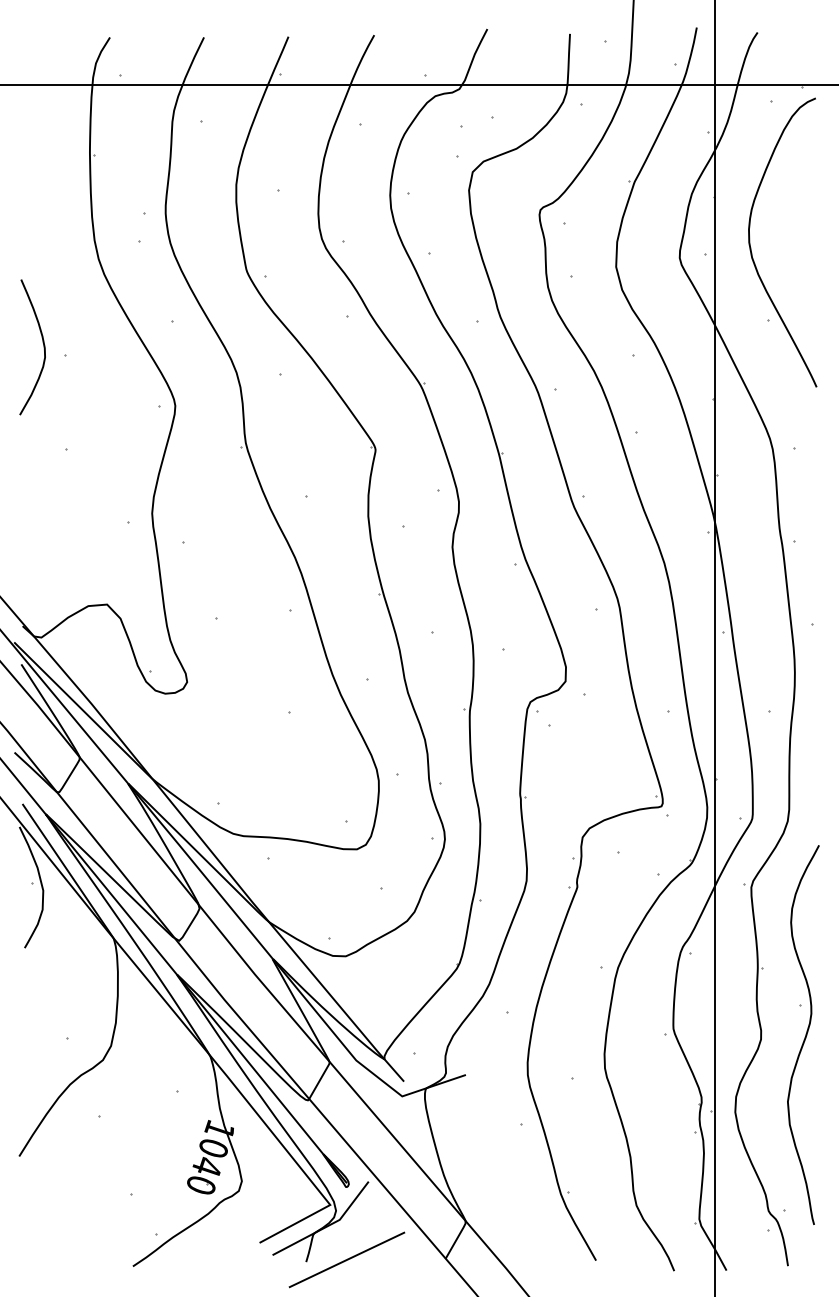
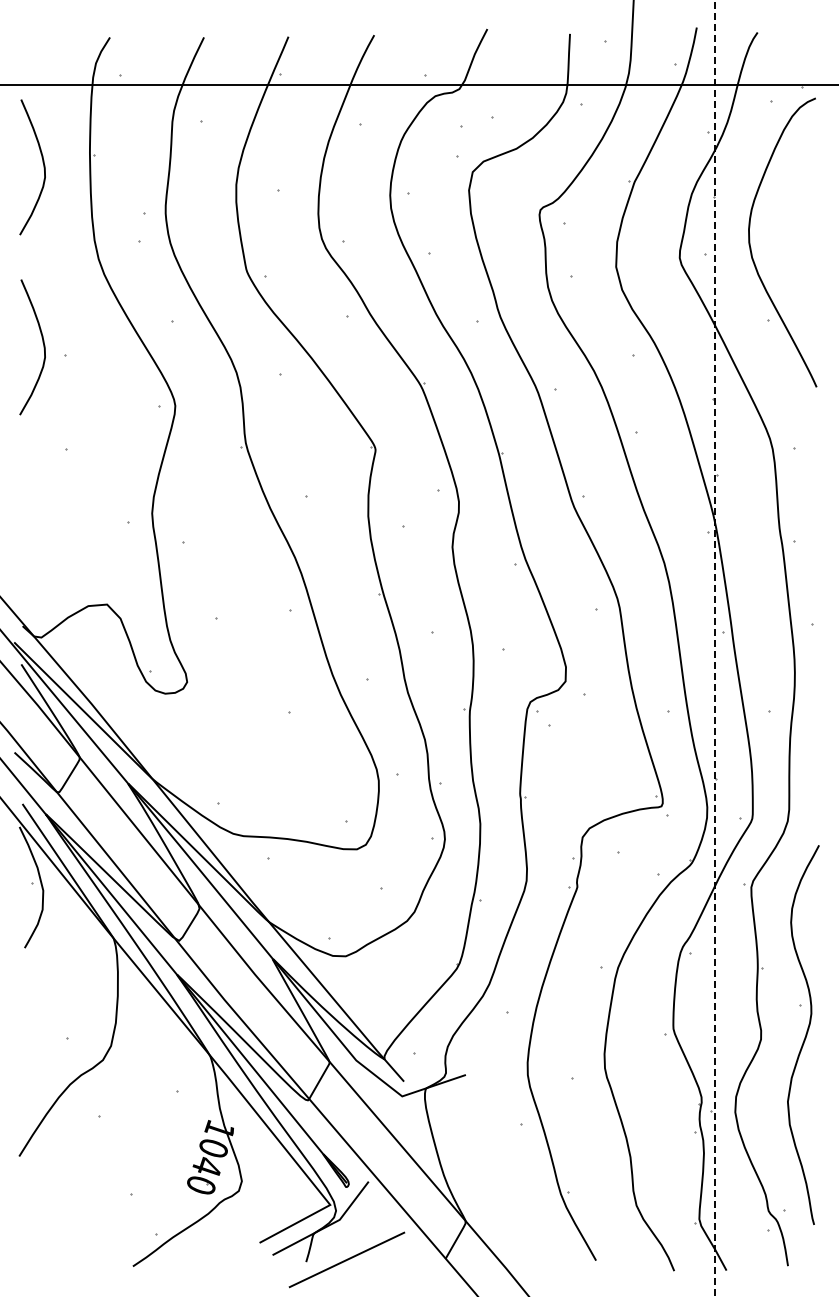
curve at (43, 167): none -> present
line at (714, 648): solid -> dashed
